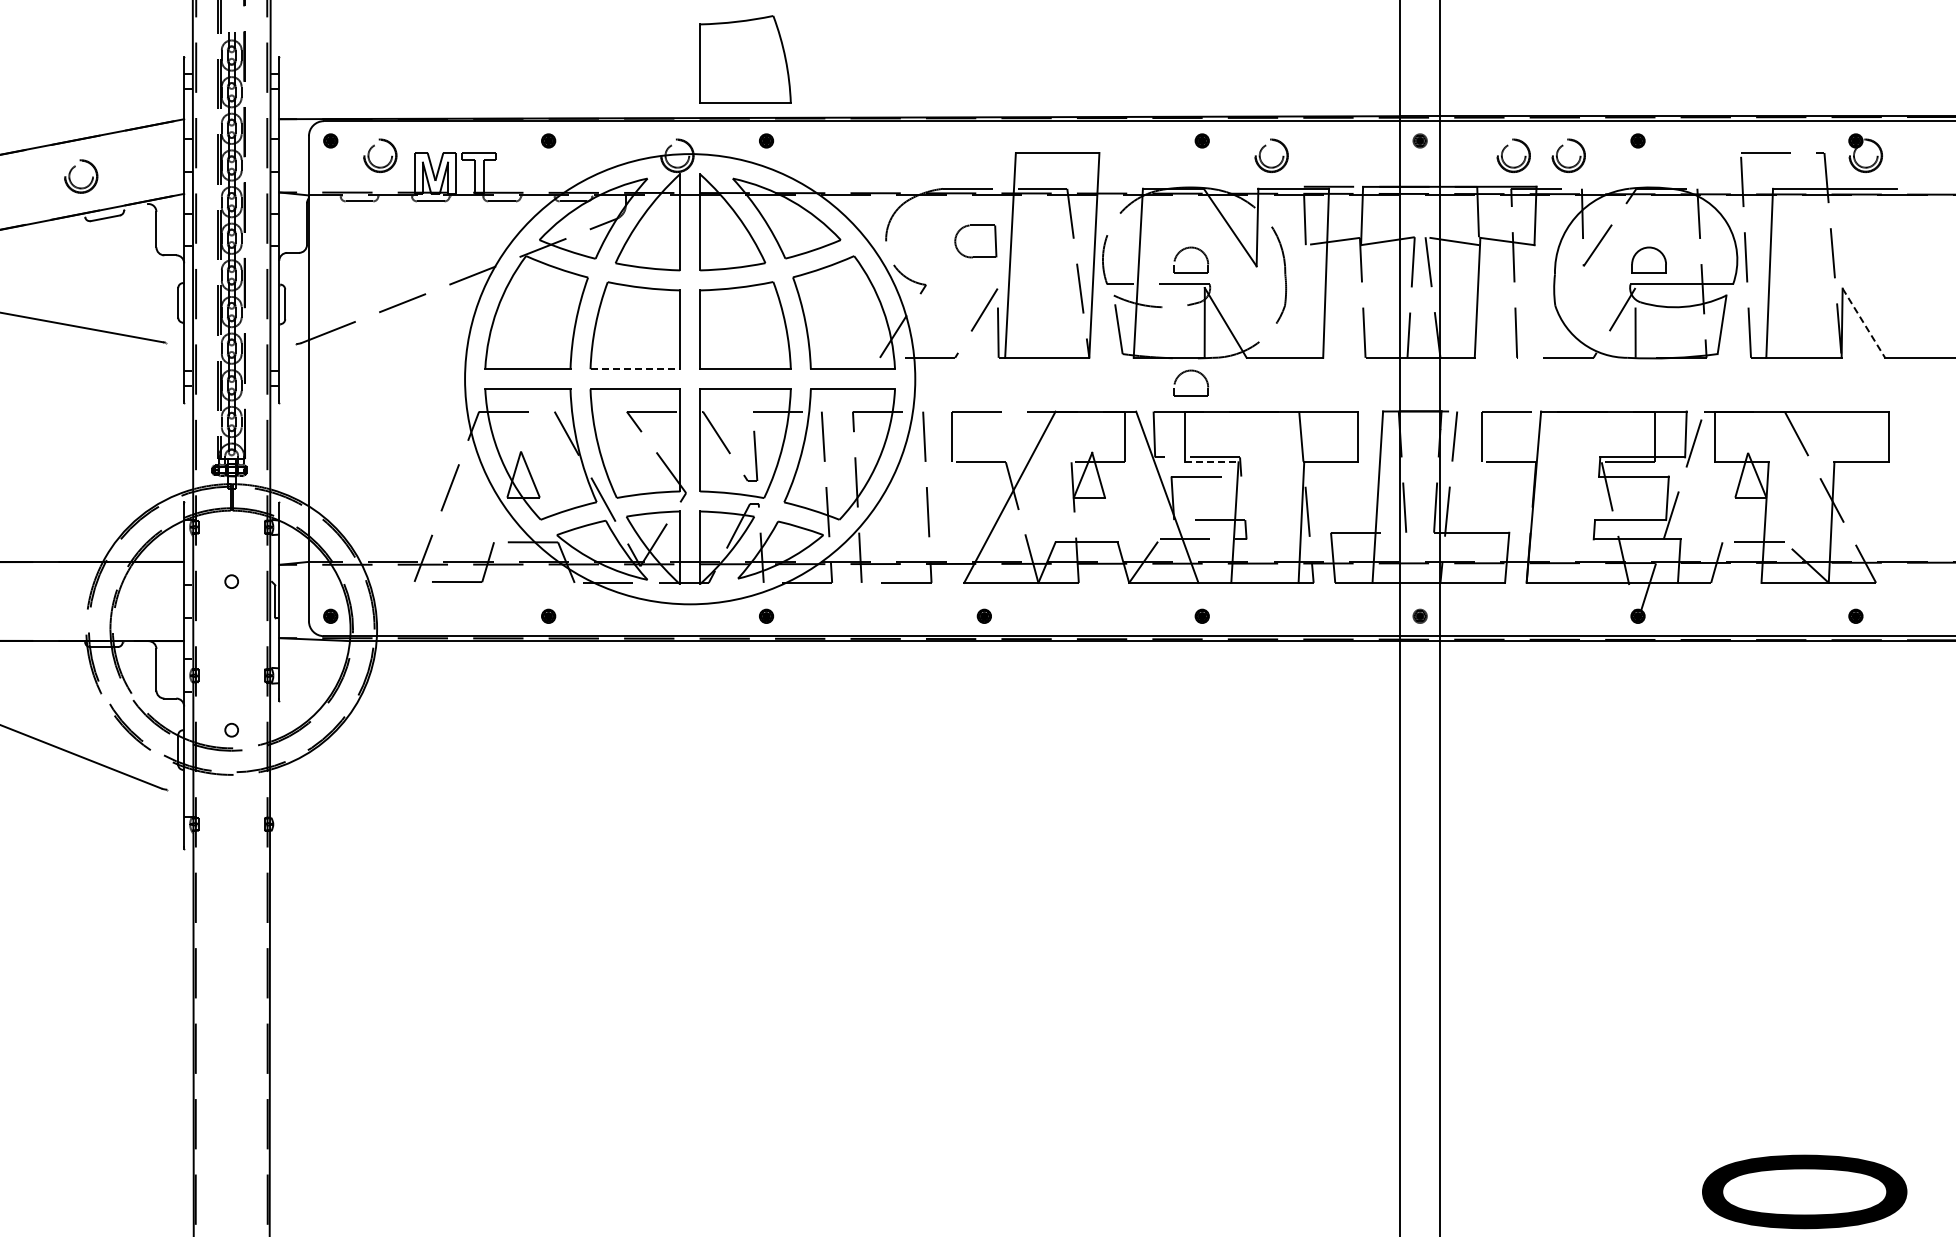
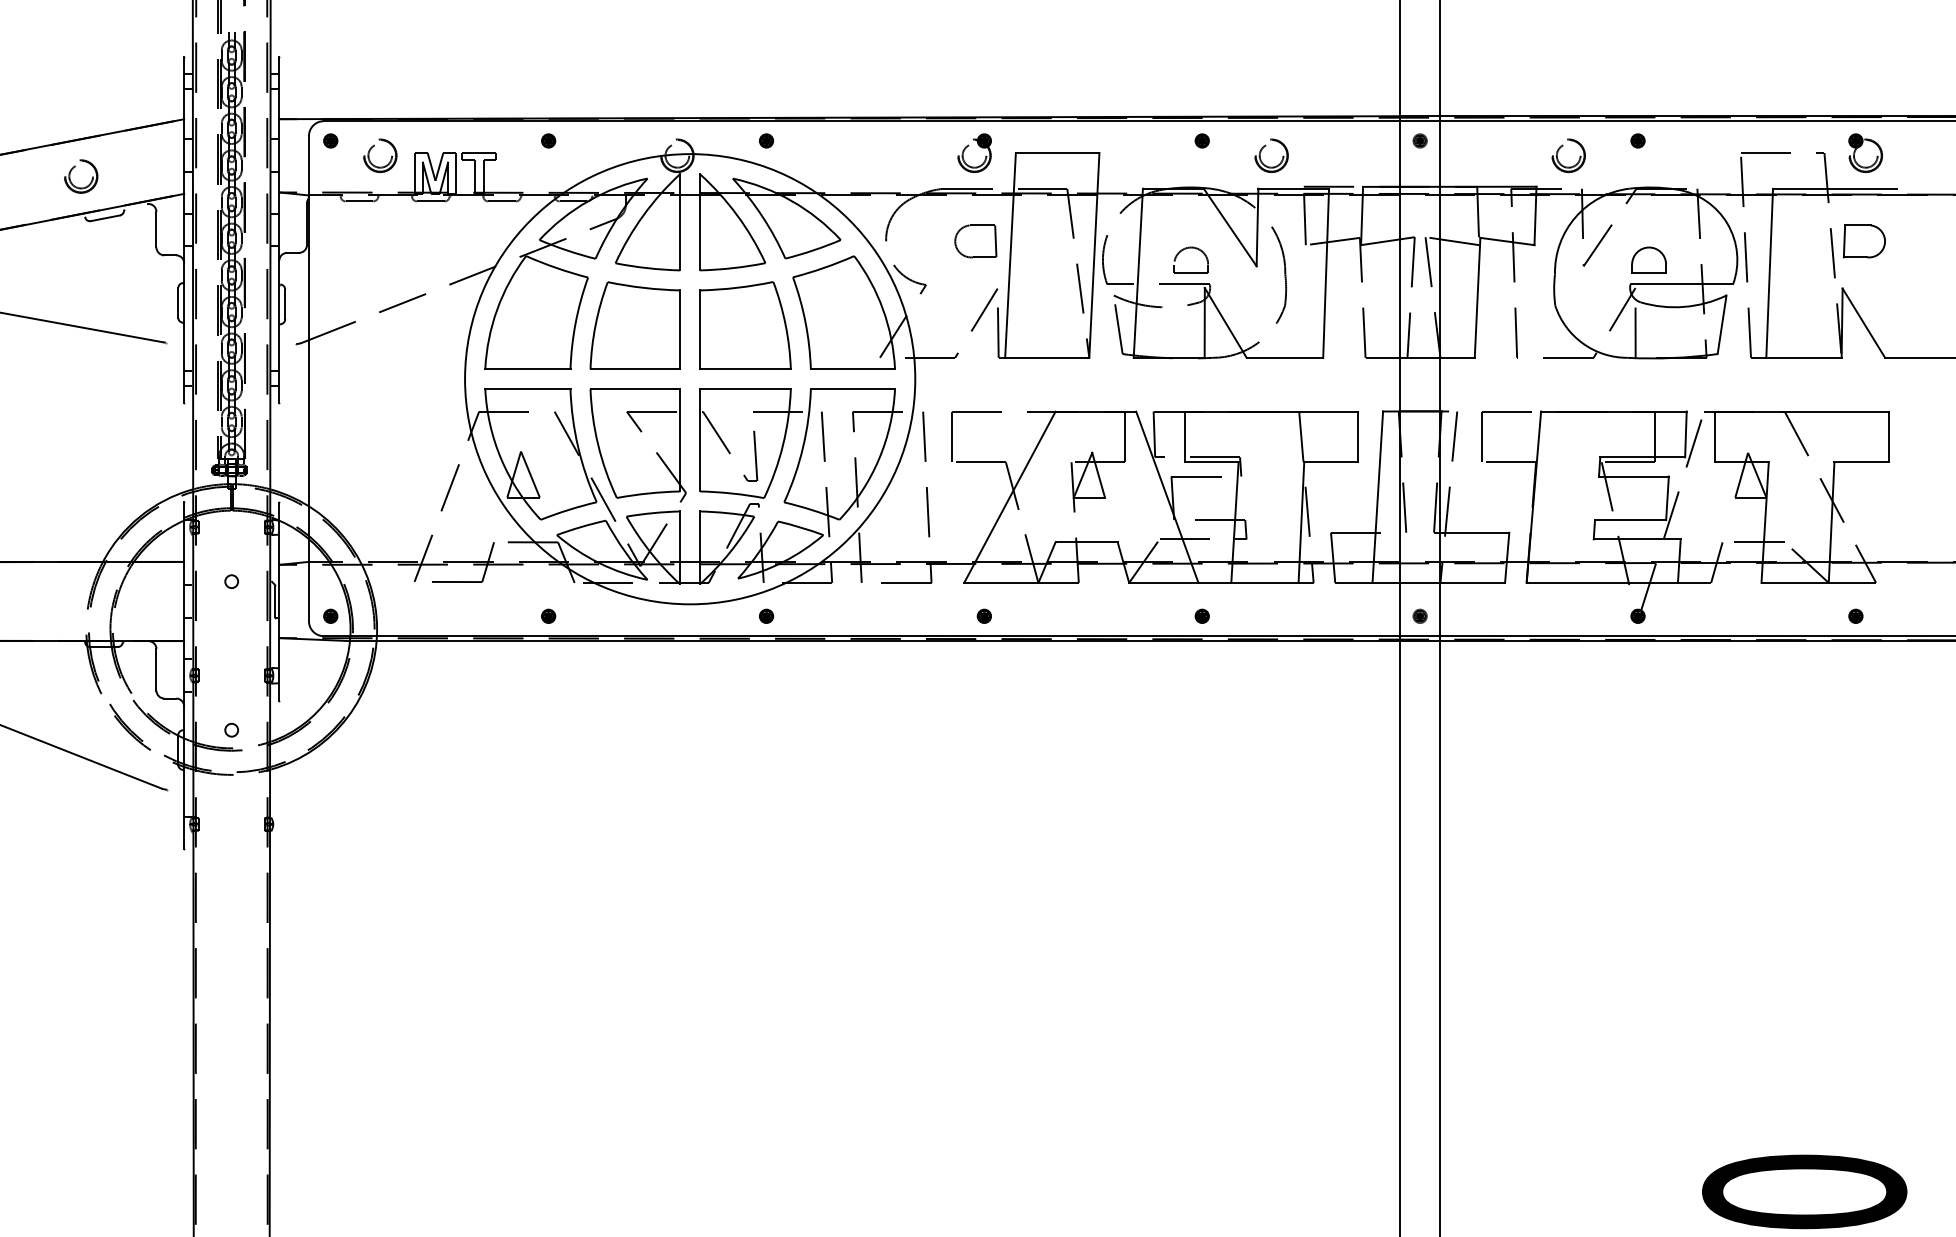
part at (745, 59): present -> none
part at (969, 146): none -> present
part at (1508, 146): present -> none
part at (1864, 241): none -> present
line at (1863, 323): dashed -> solid
line at (635, 369): dashed -> solid
part at (1191, 371): present -> none
line at (1211, 462): dashed -> solid
